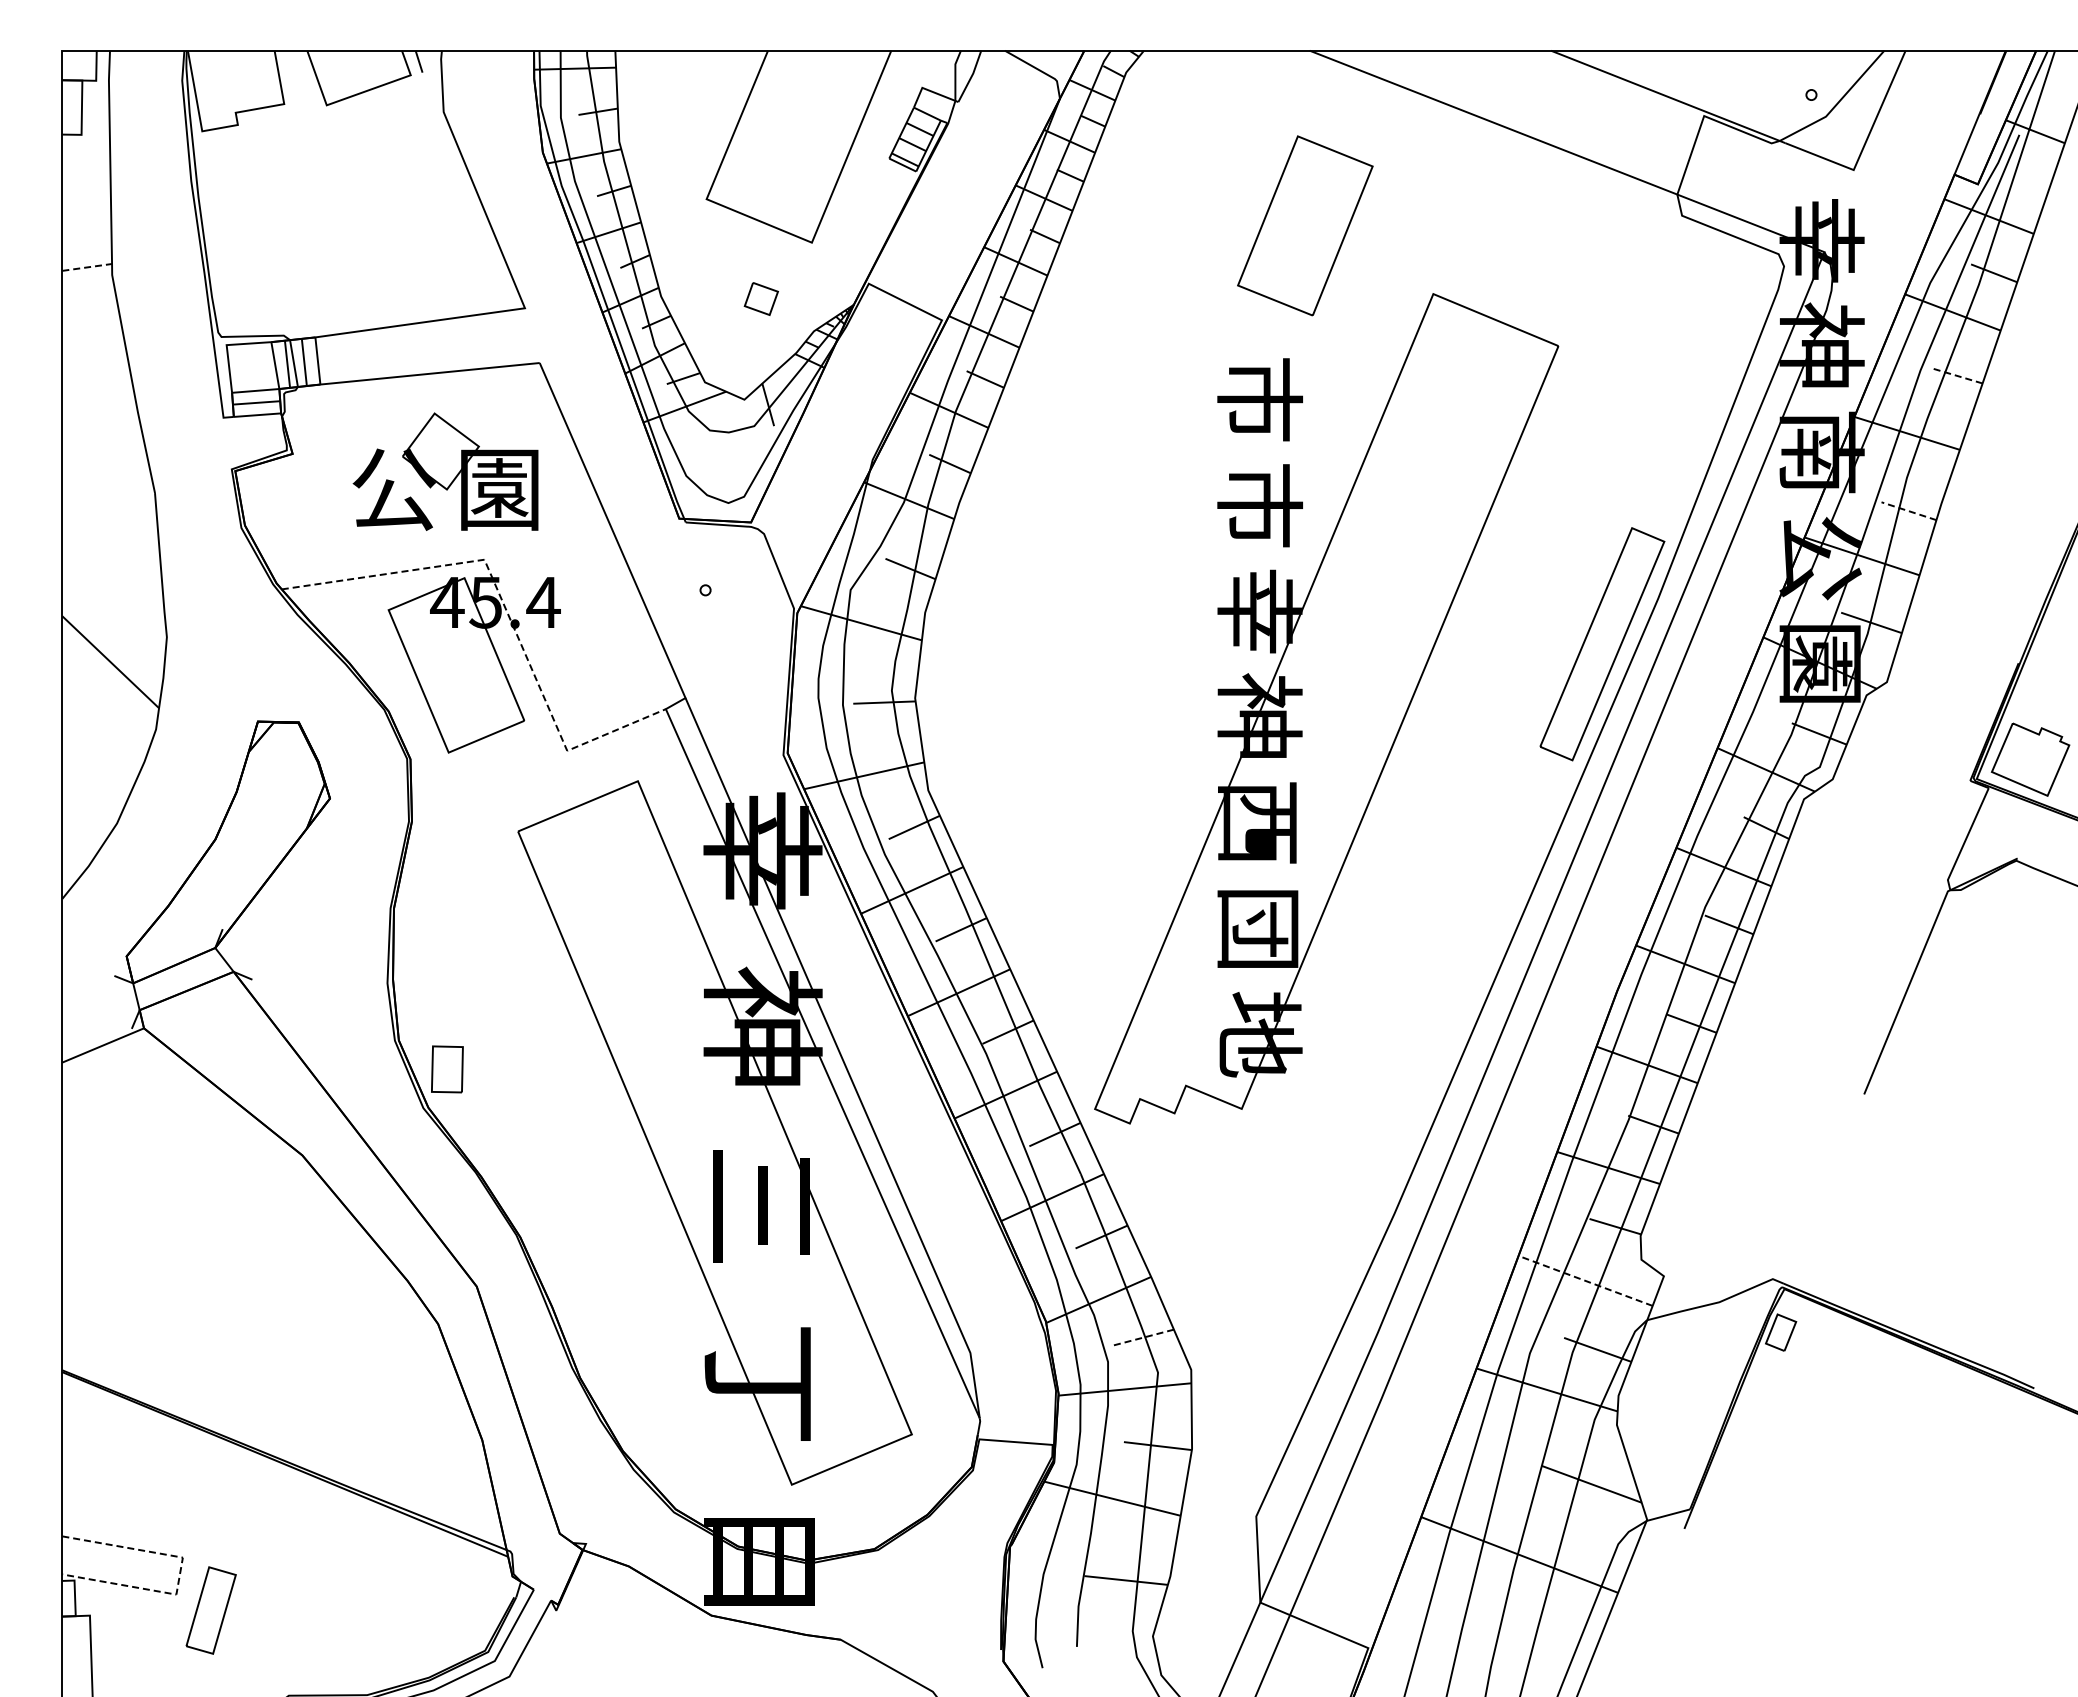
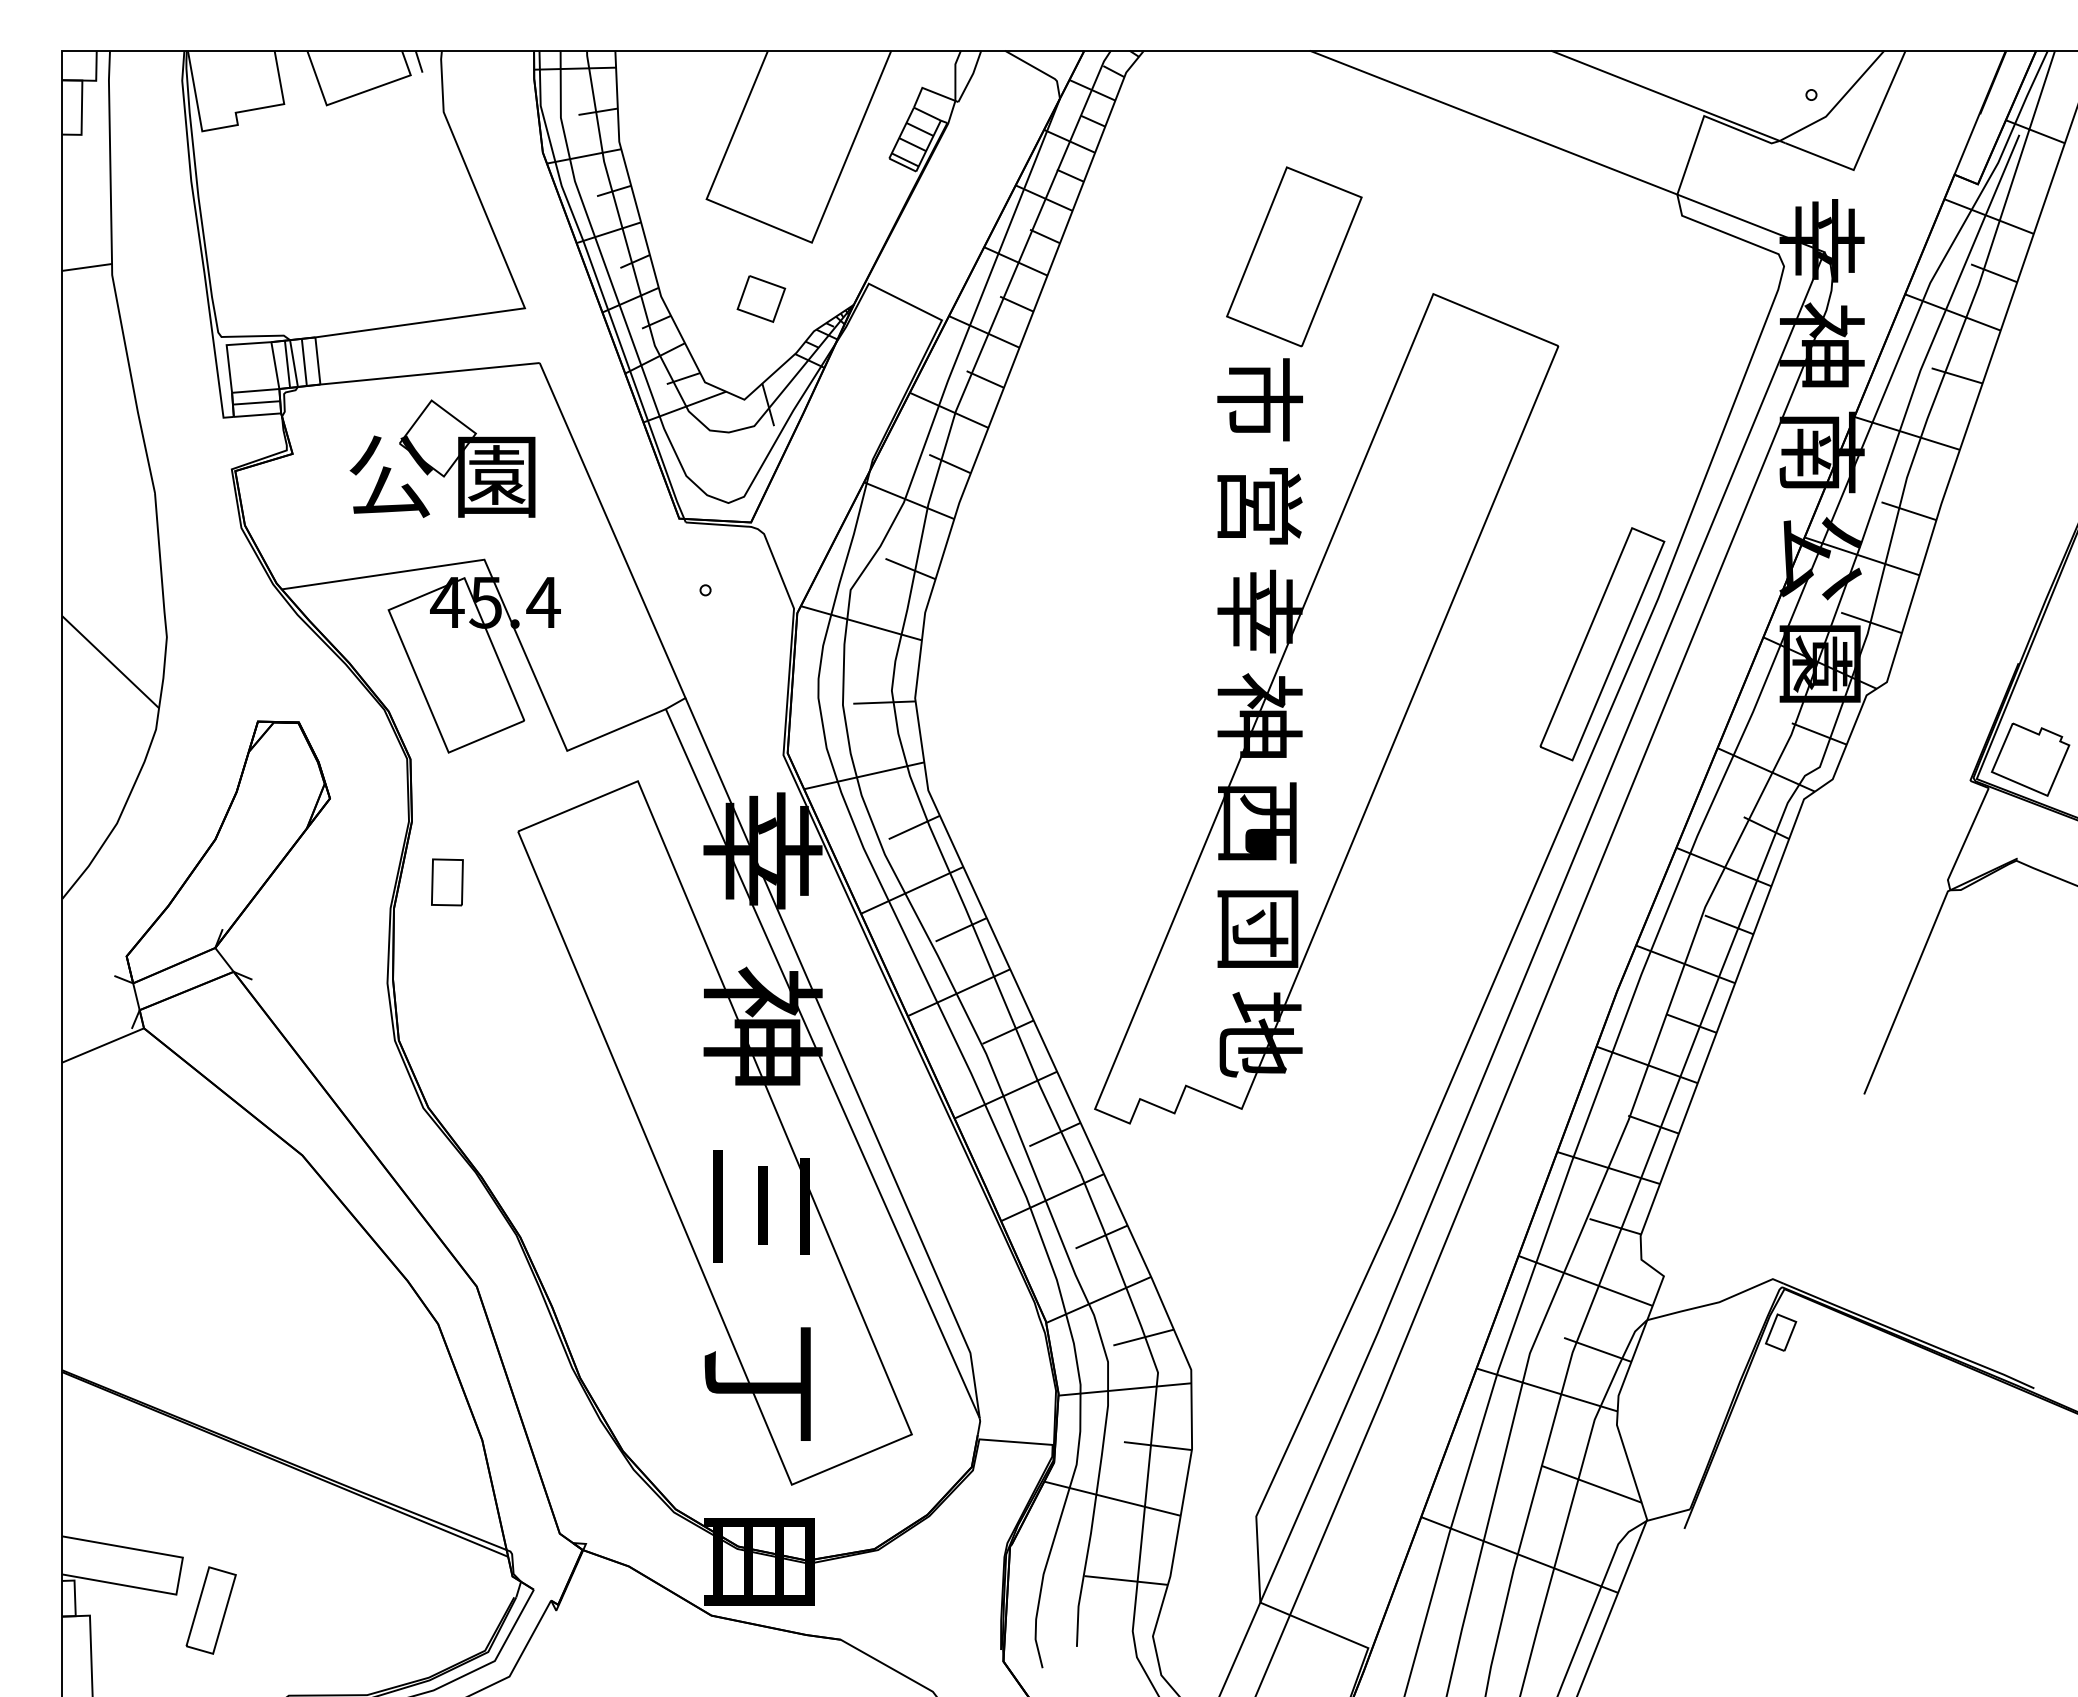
part at (1305, 225) position: (1305, 225) -> (1294, 256)
line at (87, 267): dashed -> solid
part at (760, 298) size: 36x34 px -> 51x48 px
line at (1957, 375): dashed -> solid
part at (445, 471) position: (445, 471) -> (442, 458)
text at (1260, 505): 市 -> 営
line at (1909, 511): dashed -> solid
line at (506, 610): dashed -> solid
part at (447, 1069) position: (447, 1069) -> (447, 882)
line at (1585, 1280): dashed -> solid
line at (1143, 1337): dashed -> solid
line at (180, 1573): dashed -> solid
